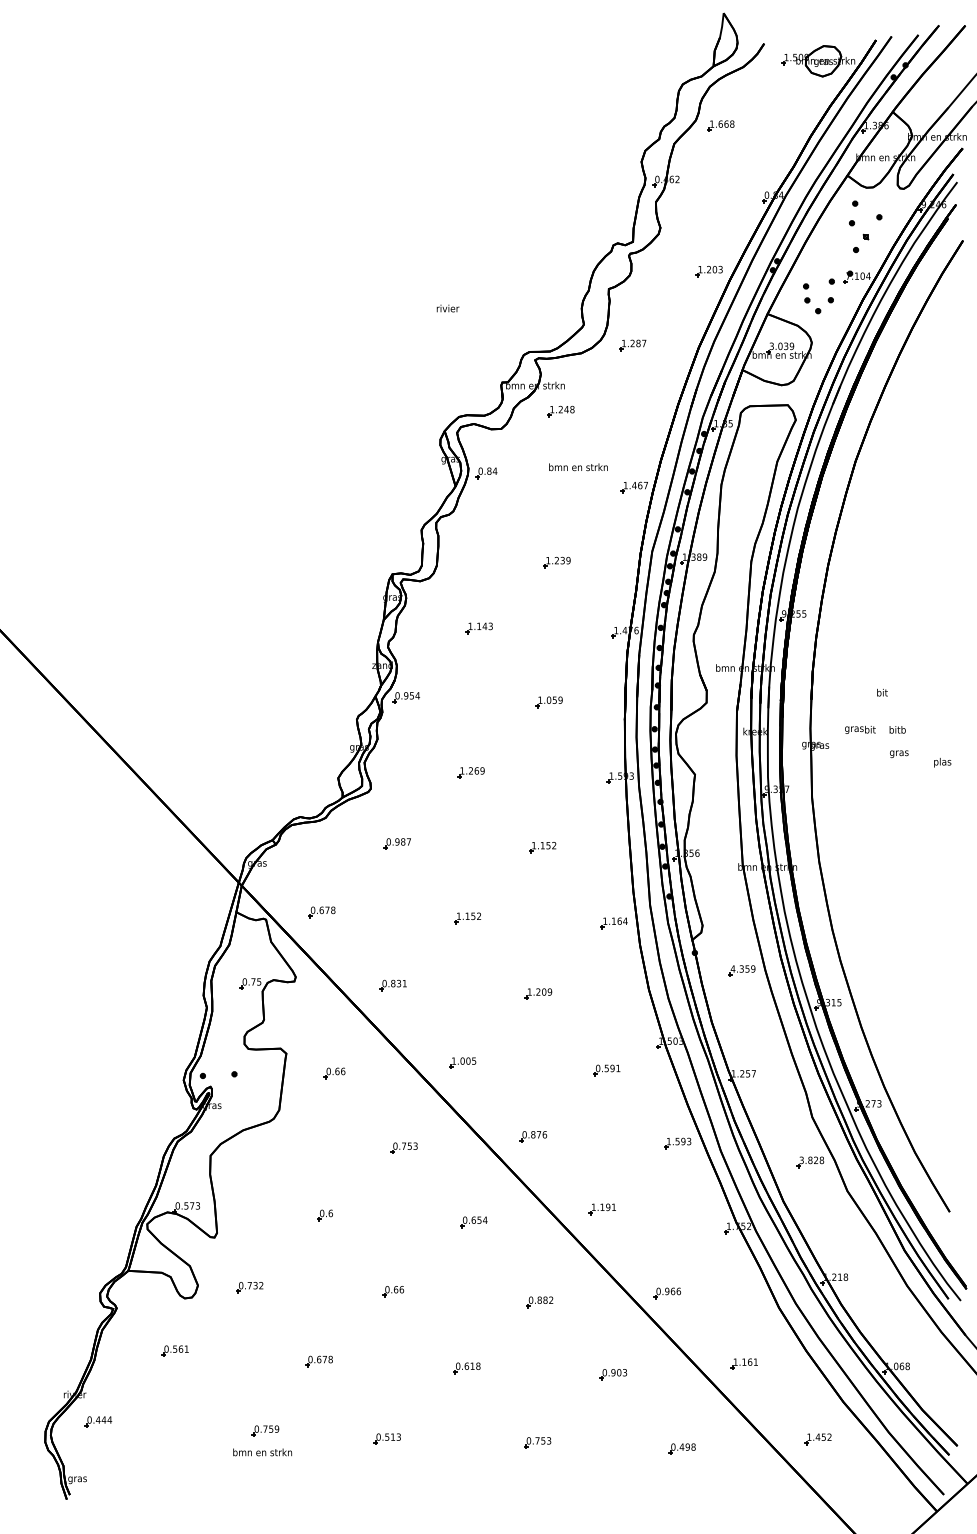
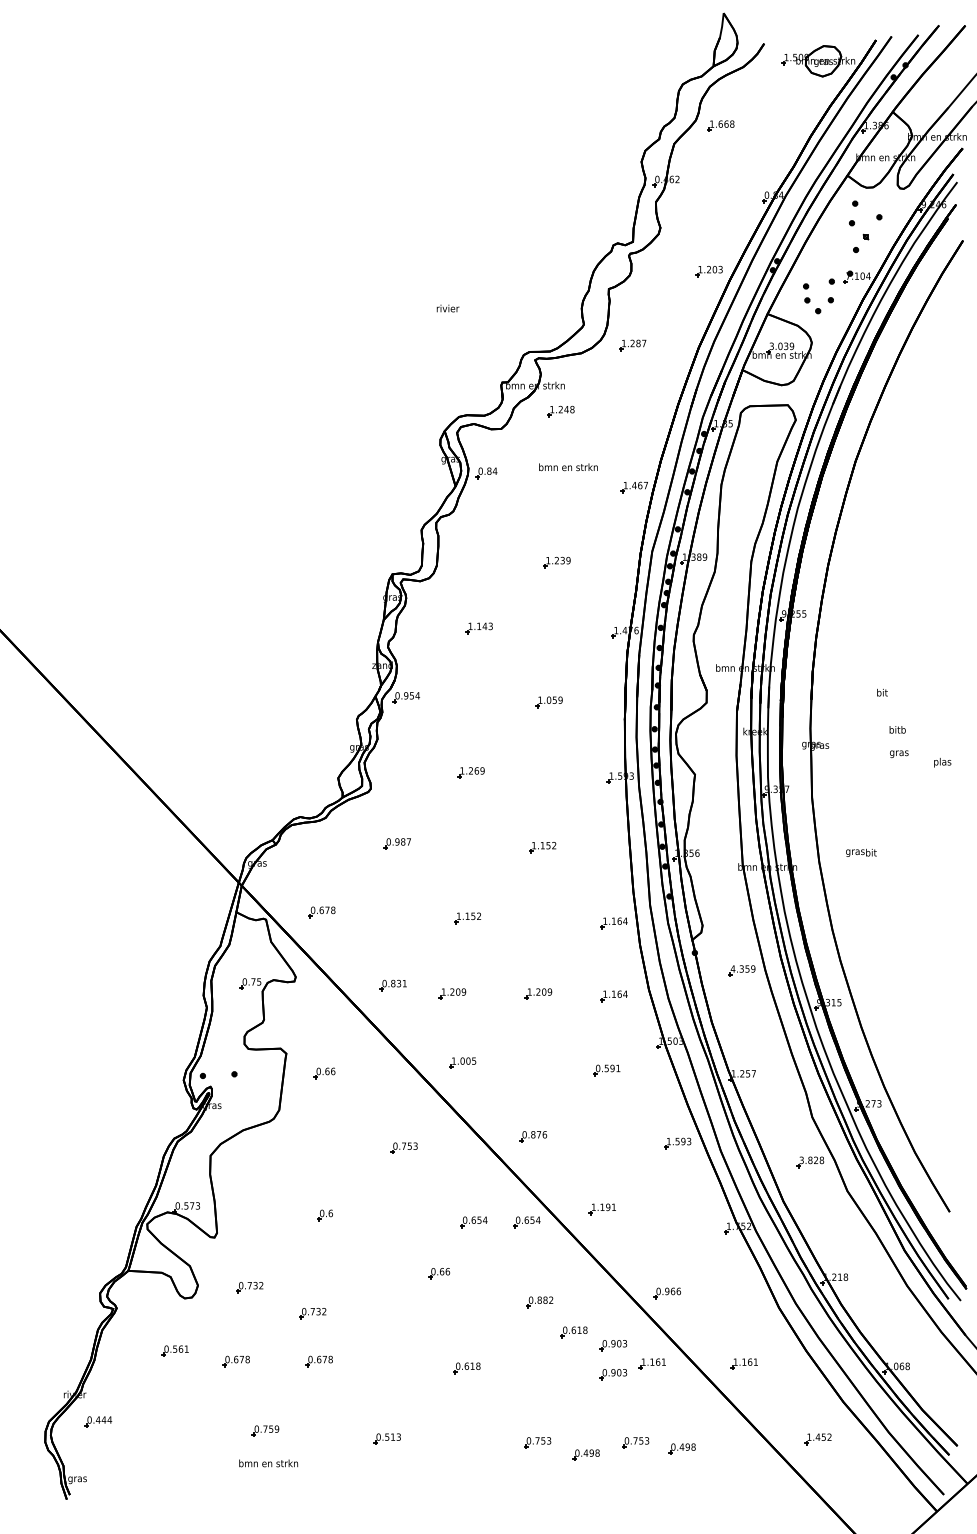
text at (578, 467) position: (578, 467) -> (568, 467)
text at (860, 729) position: (860, 729) -> (861, 852)
part at (452, 993): none -> present
part at (613, 996): none -> present
part at (334, 1073) position: (334, 1073) -> (324, 1073)
part at (526, 1222): none -> present
part at (392, 1291) position: (392, 1291) -> (438, 1273)
part at (312, 1313): none -> present
part at (573, 1332): none -> present
part at (613, 1345): none -> present
part at (235, 1361): none -> present
part at (651, 1363): none -> present
part at (635, 1442): none -> present
text at (262, 1452) position: (262, 1452) -> (268, 1463)
part at (585, 1454): none -> present
